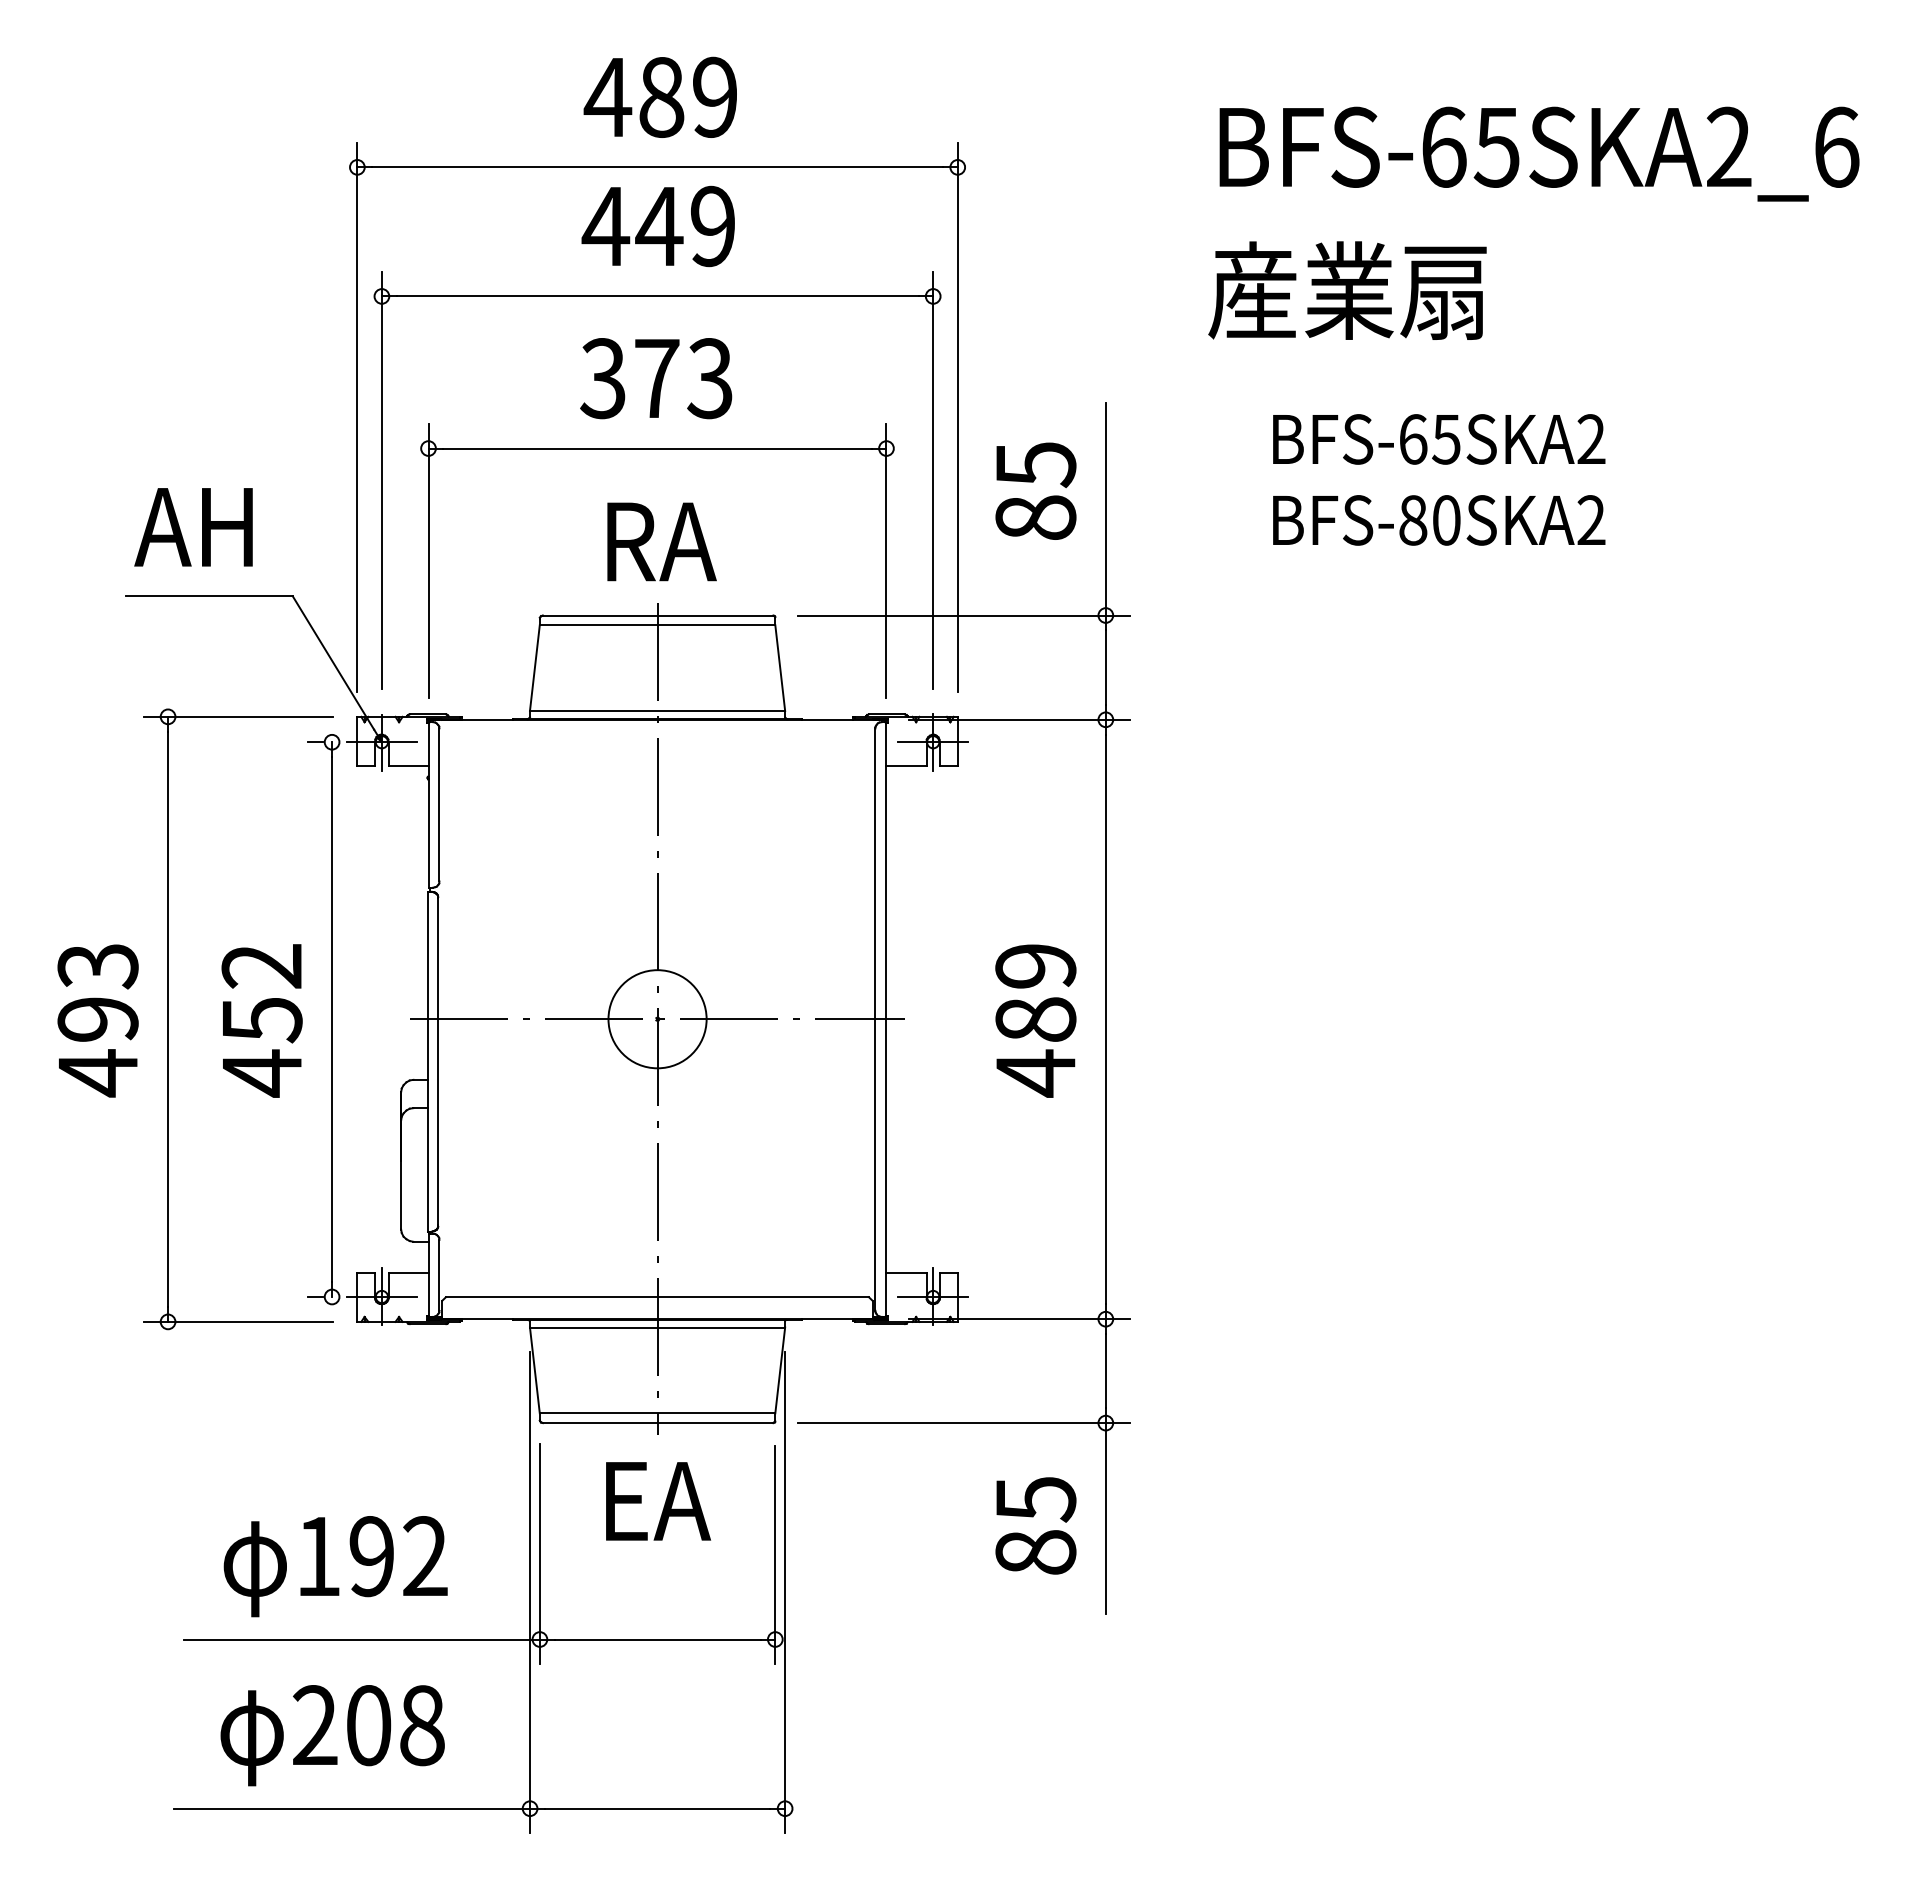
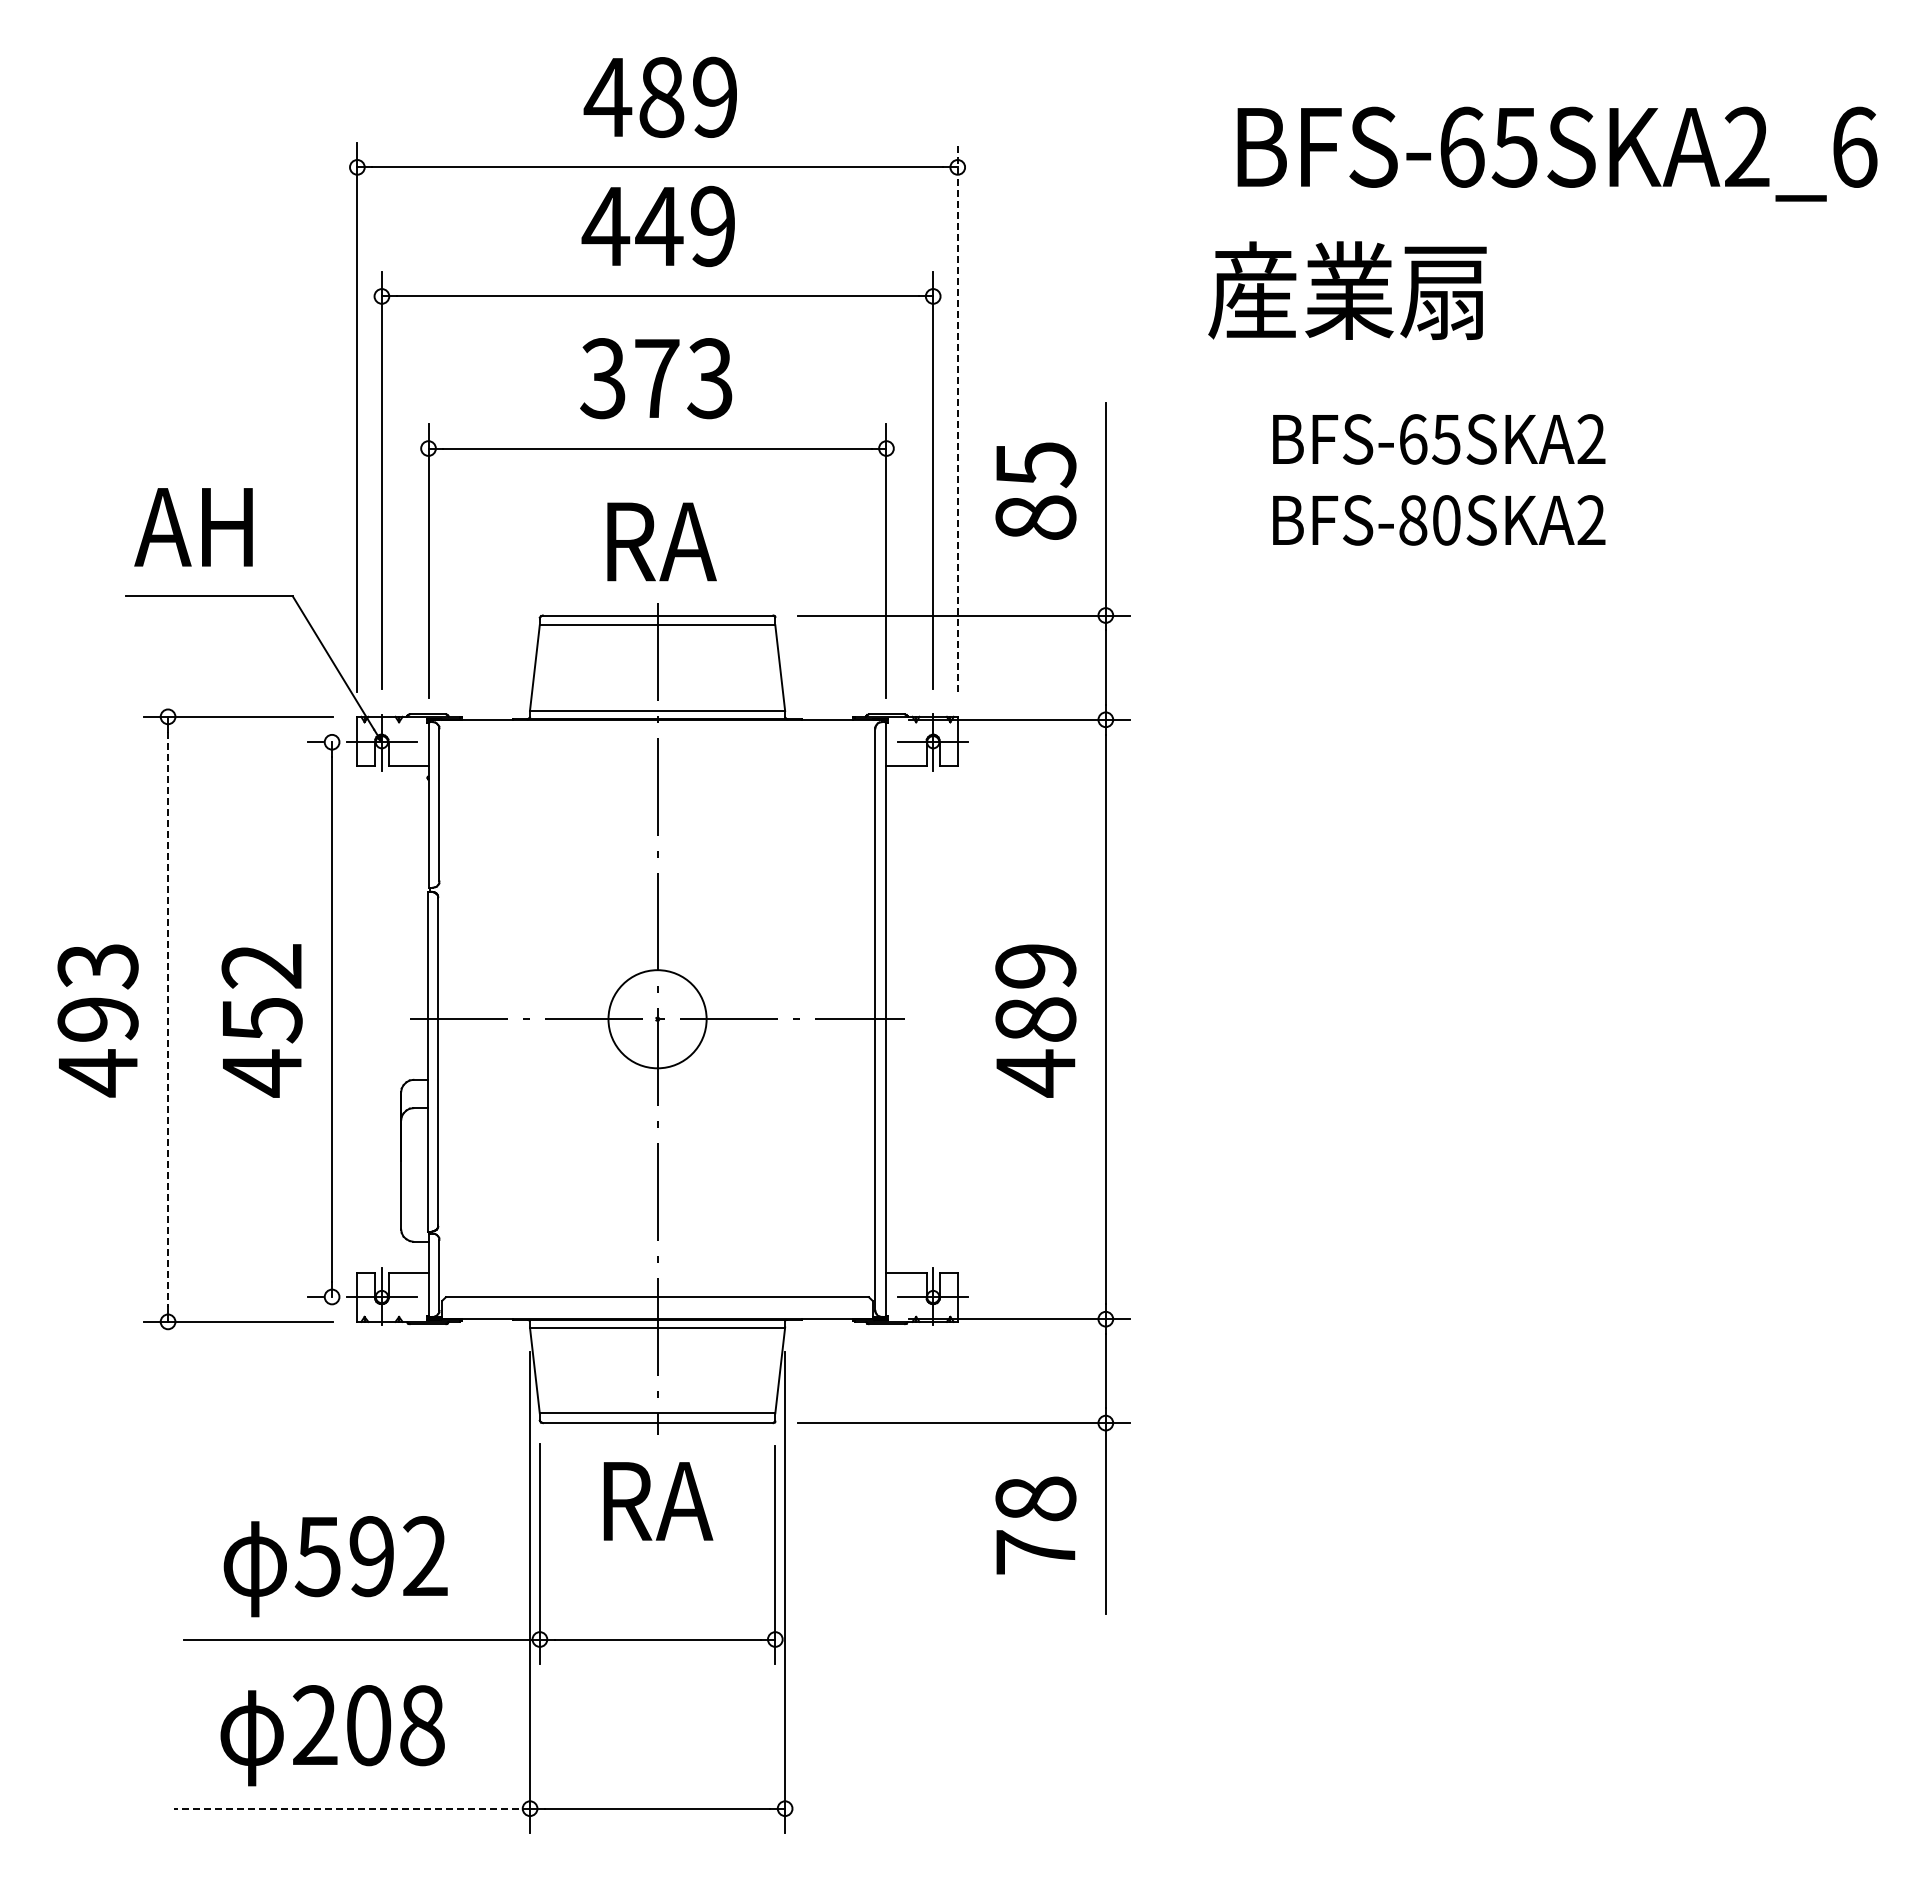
text at (1539, 153) position: (1539, 153) -> (1557, 153)
line at (957, 417): solid -> dashed
line at (168, 1019): solid -> dashed
text at (658, 1501): EA -> RA
text at (1035, 1525): 85 -> 78
text at (317, 1557): 192 -> 592
line at (351, 1808): solid -> dashed
